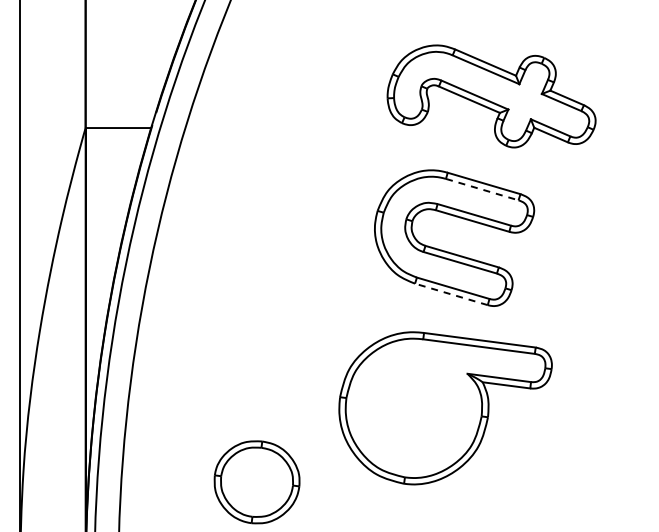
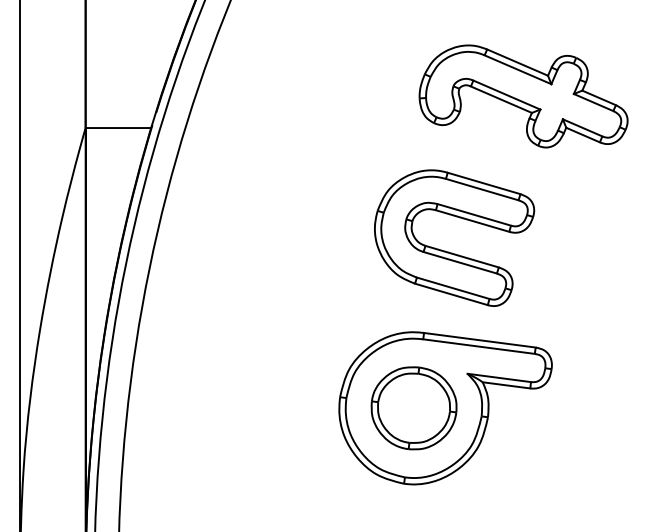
part at (491, 96) position: (491, 96) -> (523, 96)
line at (482, 189): dashed -> solid
line at (451, 294): dashed -> solid
part at (256, 482) position: (256, 482) -> (413, 408)
